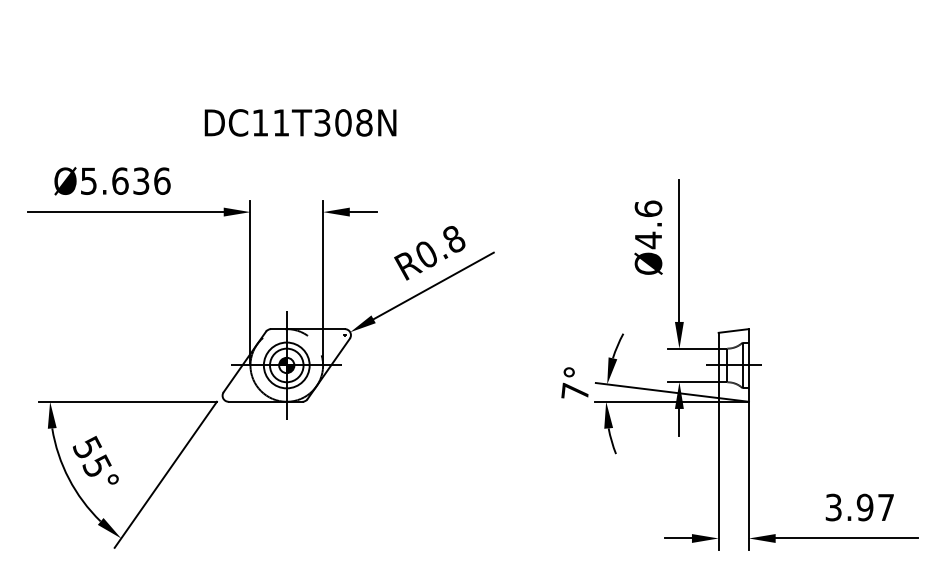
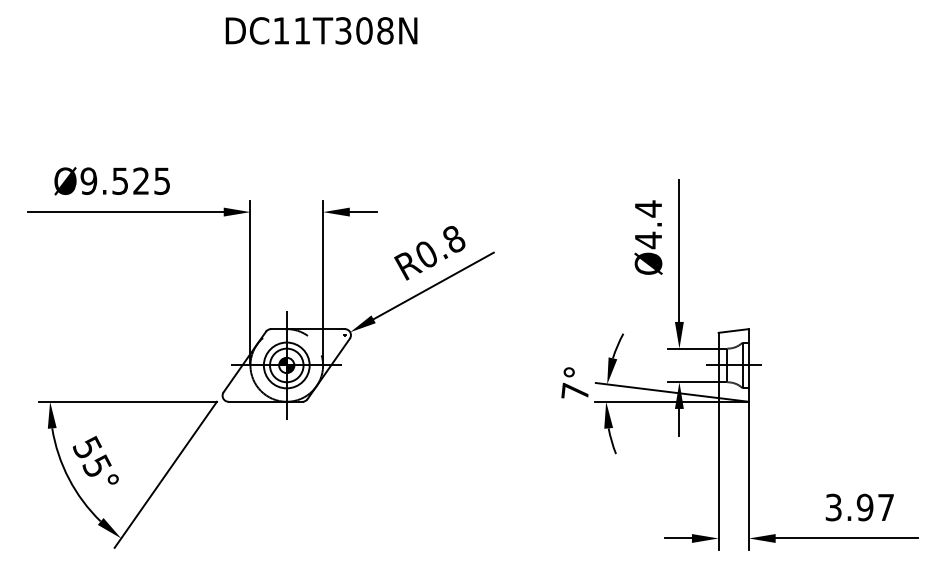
text at (300, 122) position: (300, 122) -> (321, 30)
text at (125, 180): Ø5.636 -> Ø9.525
text at (648, 208): Ø4.6 -> Ø4.4
